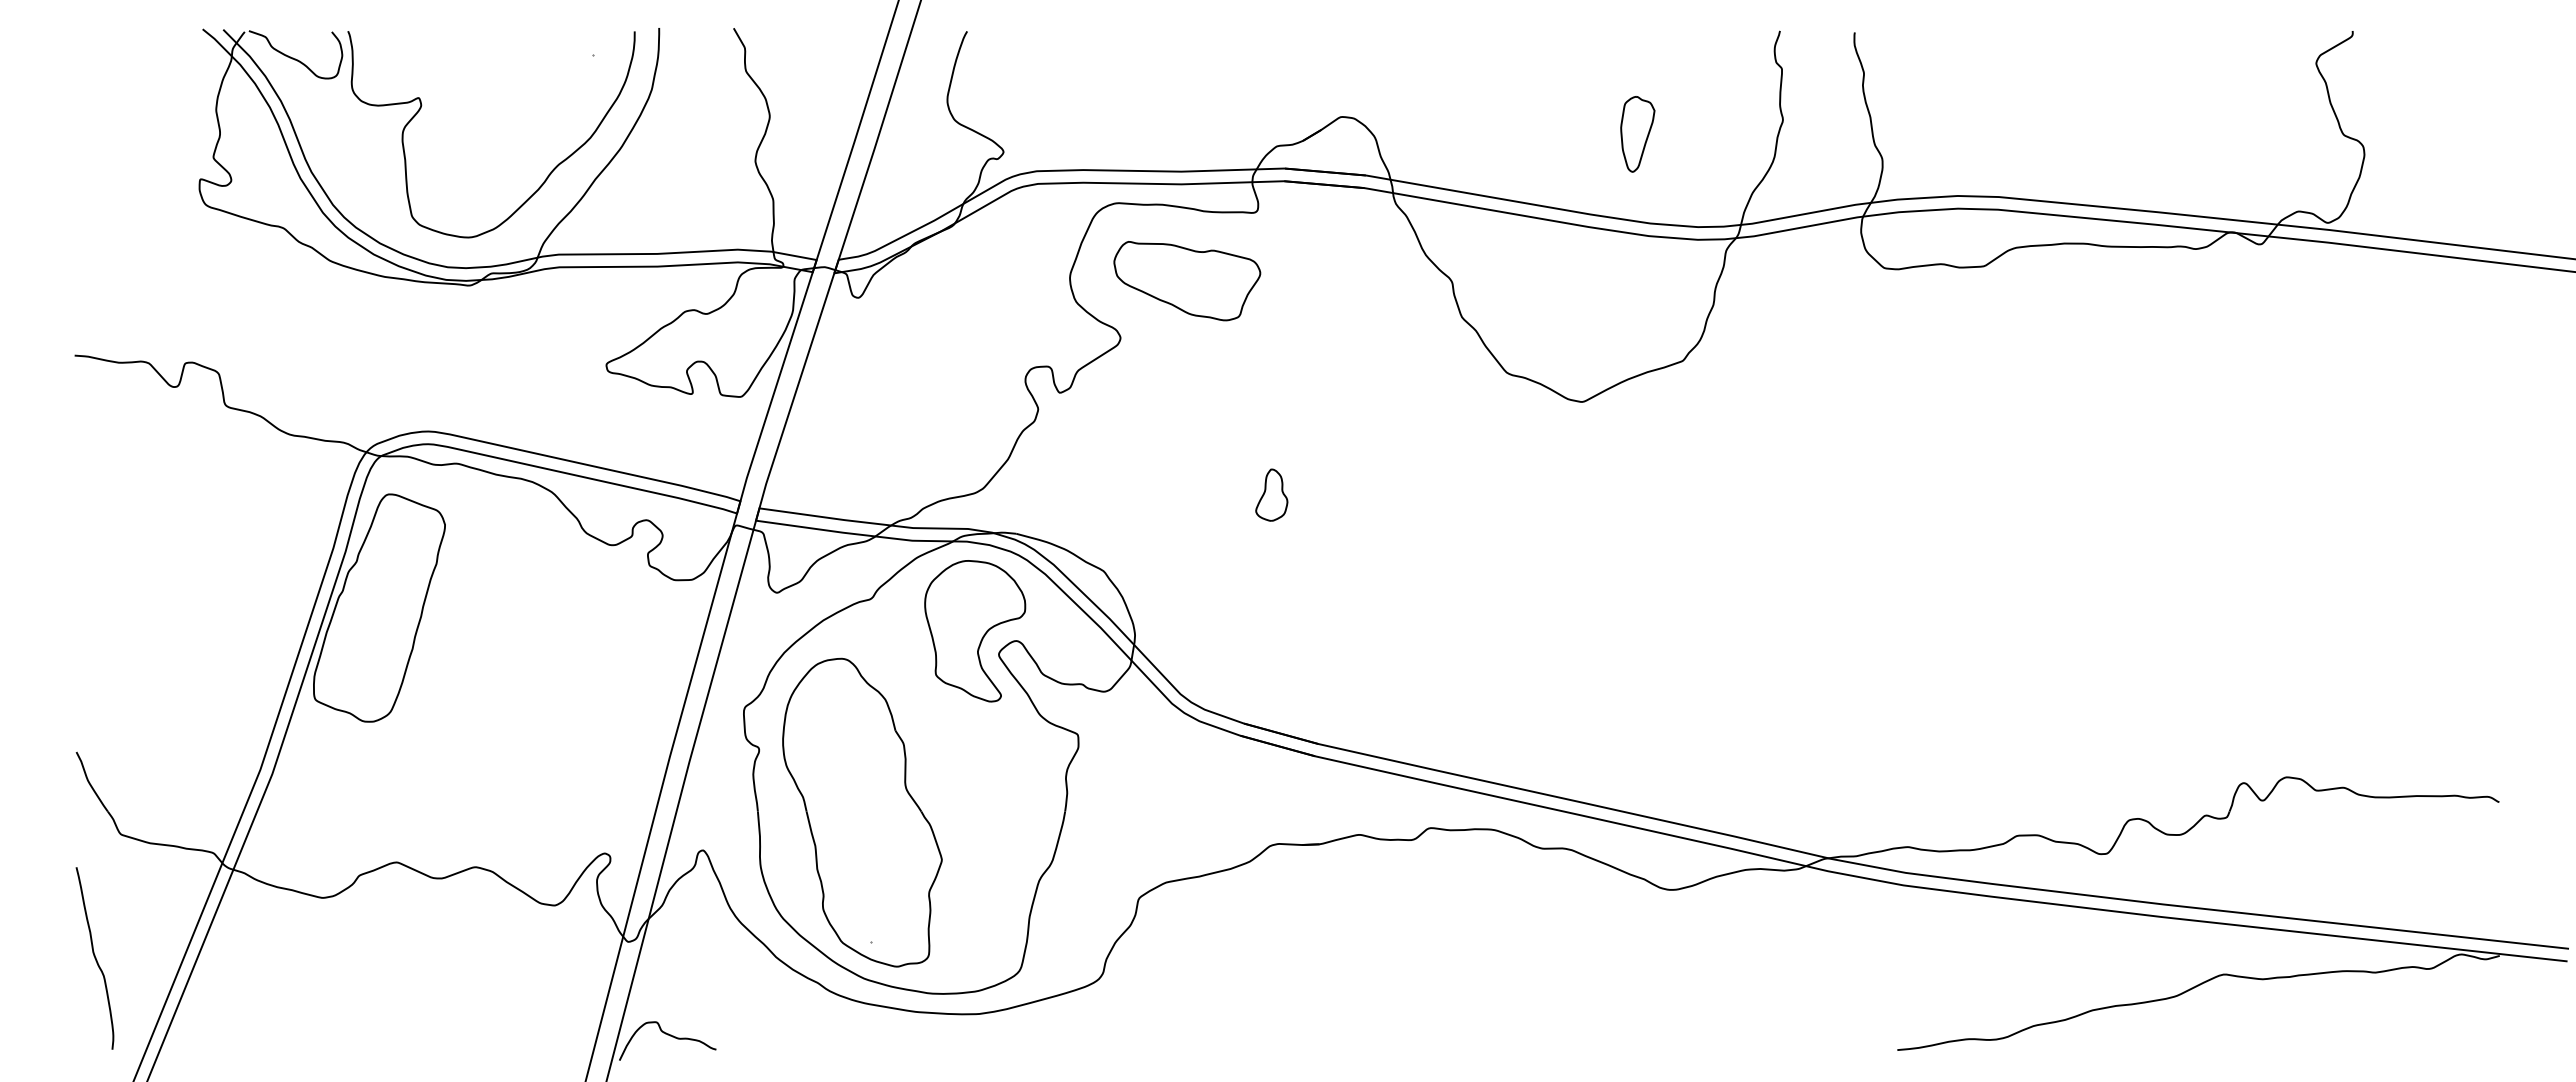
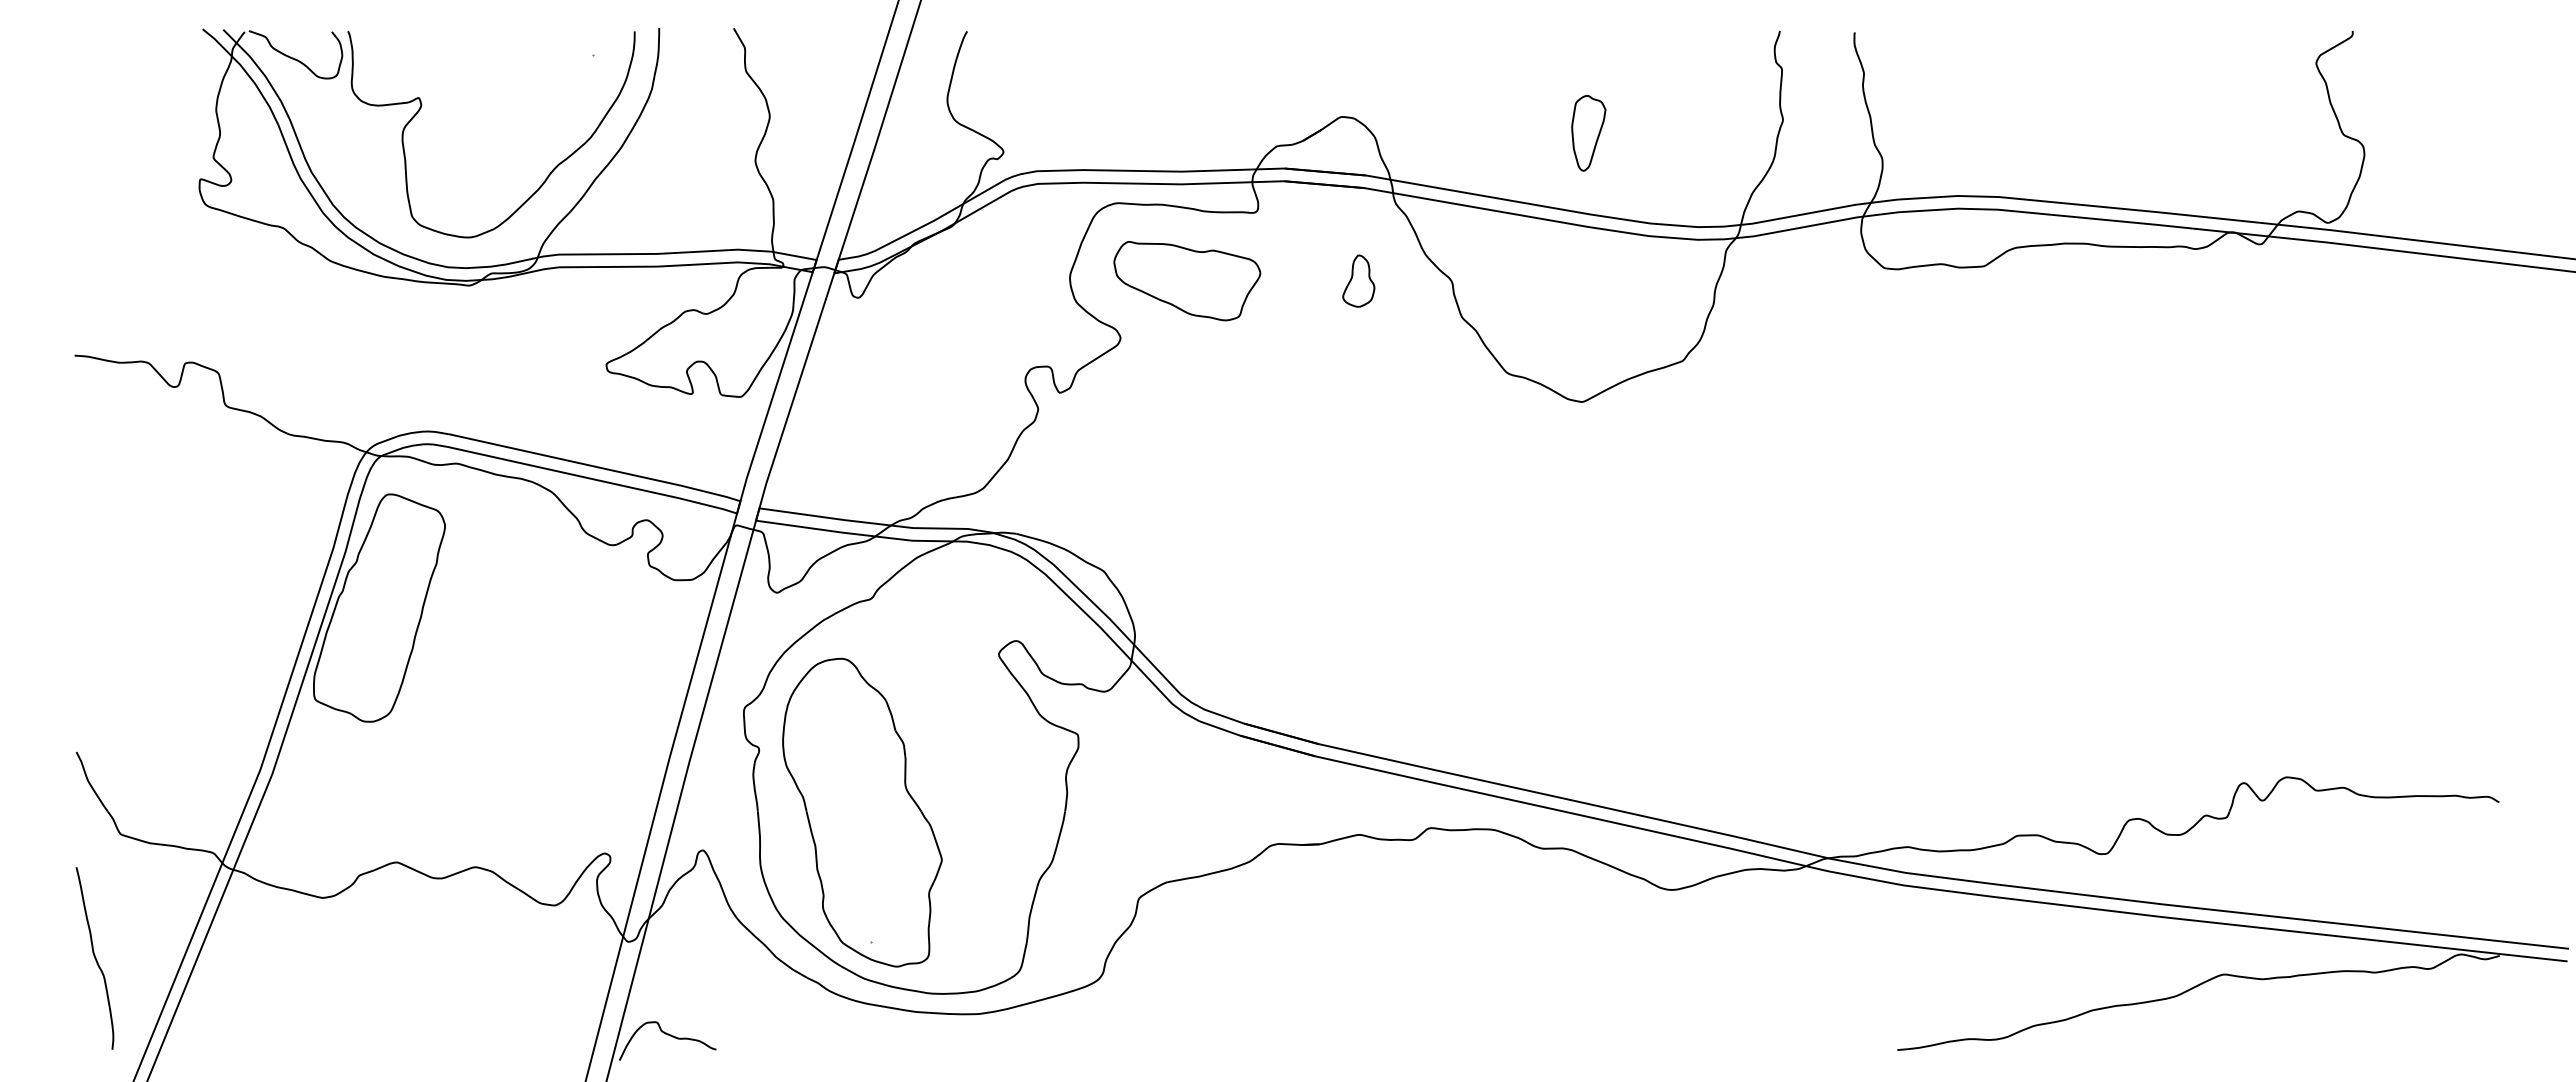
part at (1637, 134) position: (1637, 134) -> (1588, 133)
part at (1271, 494) position: (1271, 494) -> (1358, 280)
part at (975, 631): present -> none
